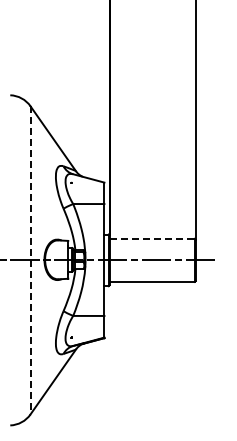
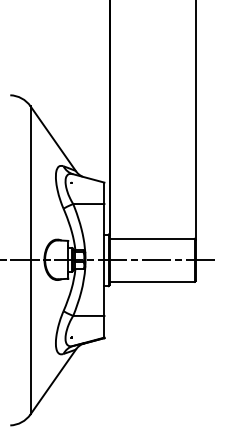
line at (152, 238): dashed -> solid
line at (30, 260): dashed -> solid
